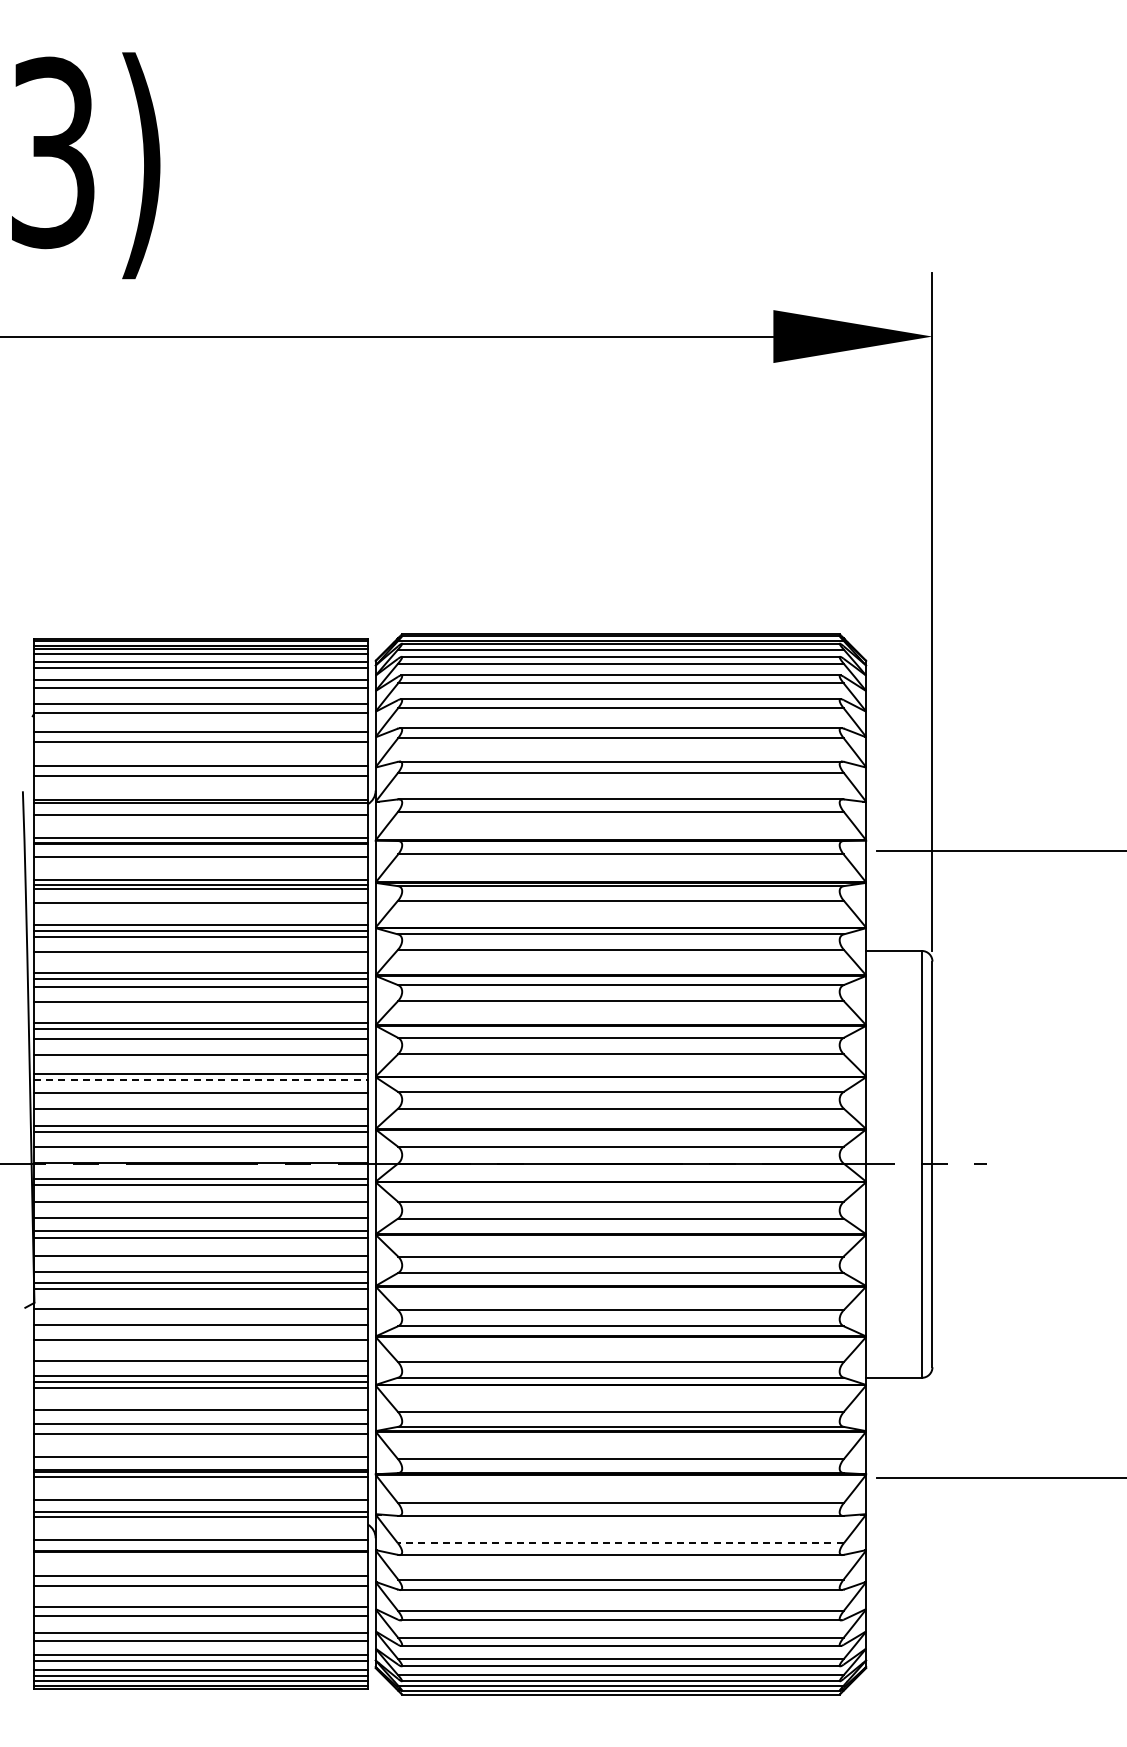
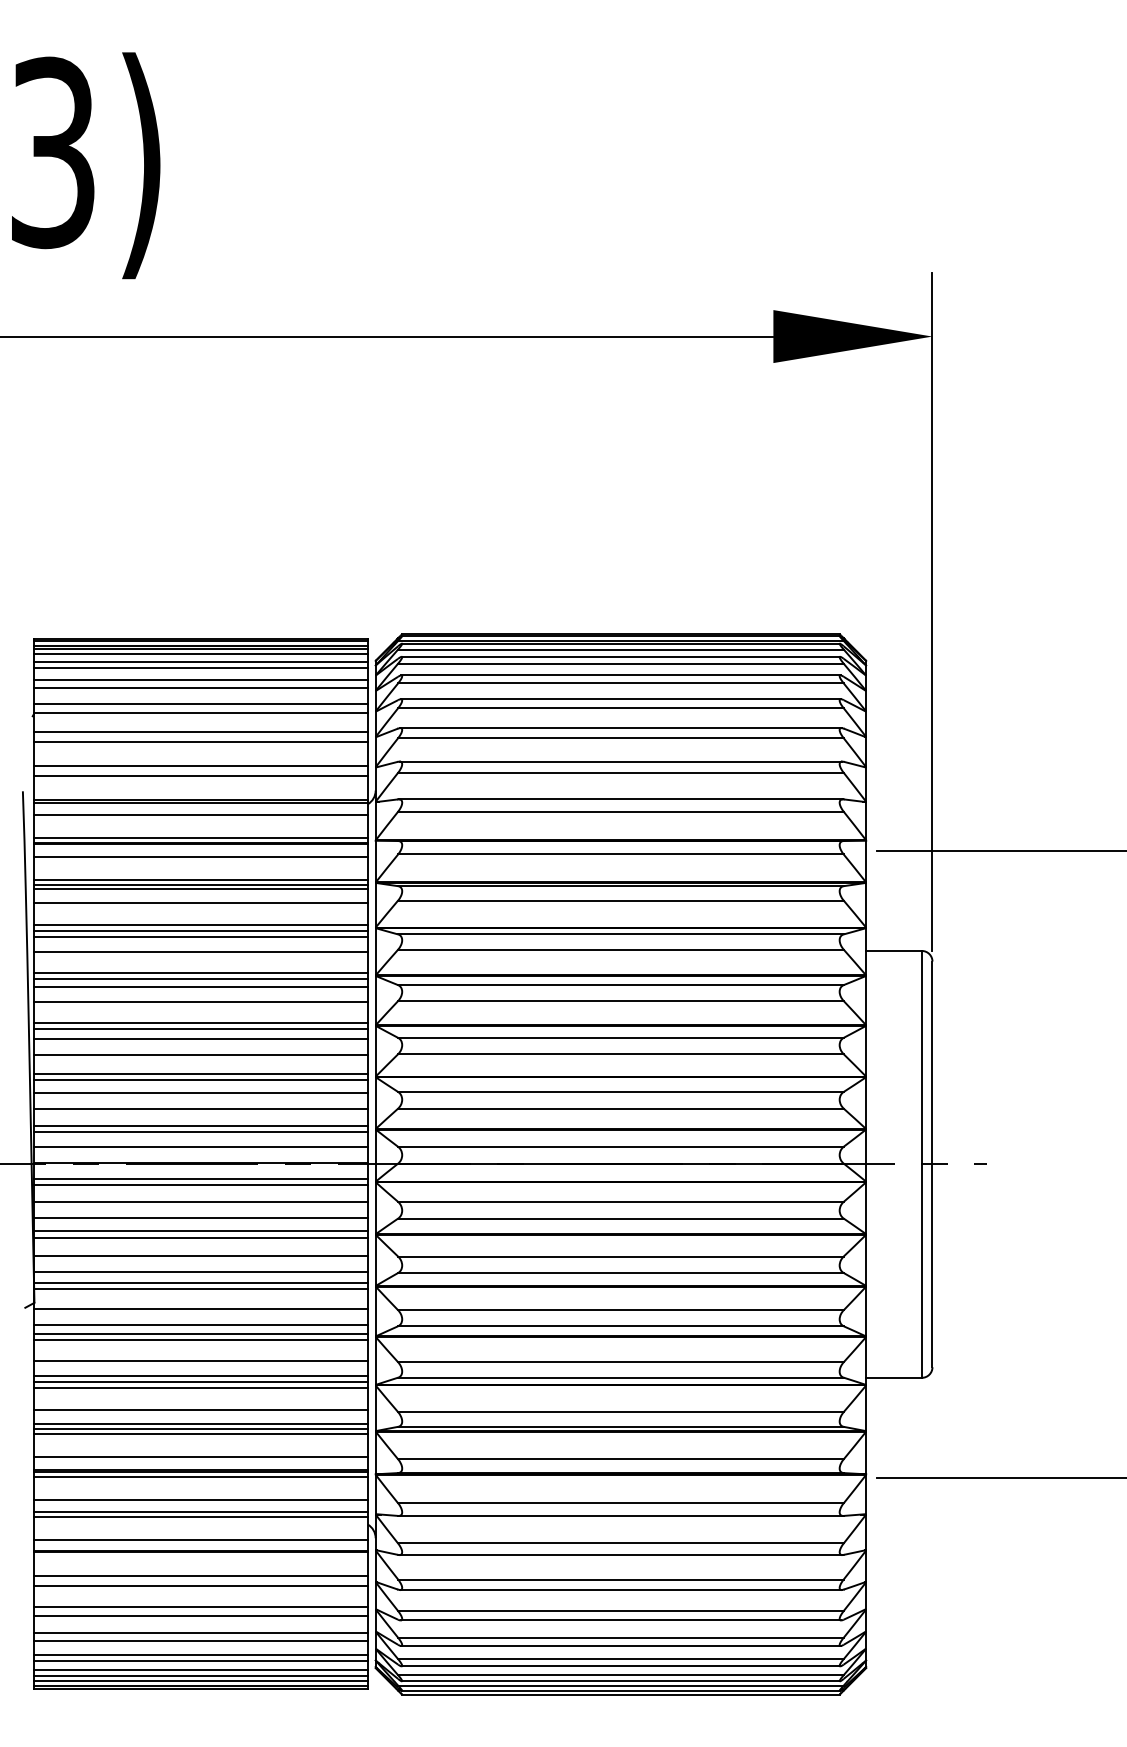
line at (201, 1080): dashed -> solid
line at (200, 1333): none -> present
line at (200, 1428): none -> present
line at (620, 1543): dashed -> solid
